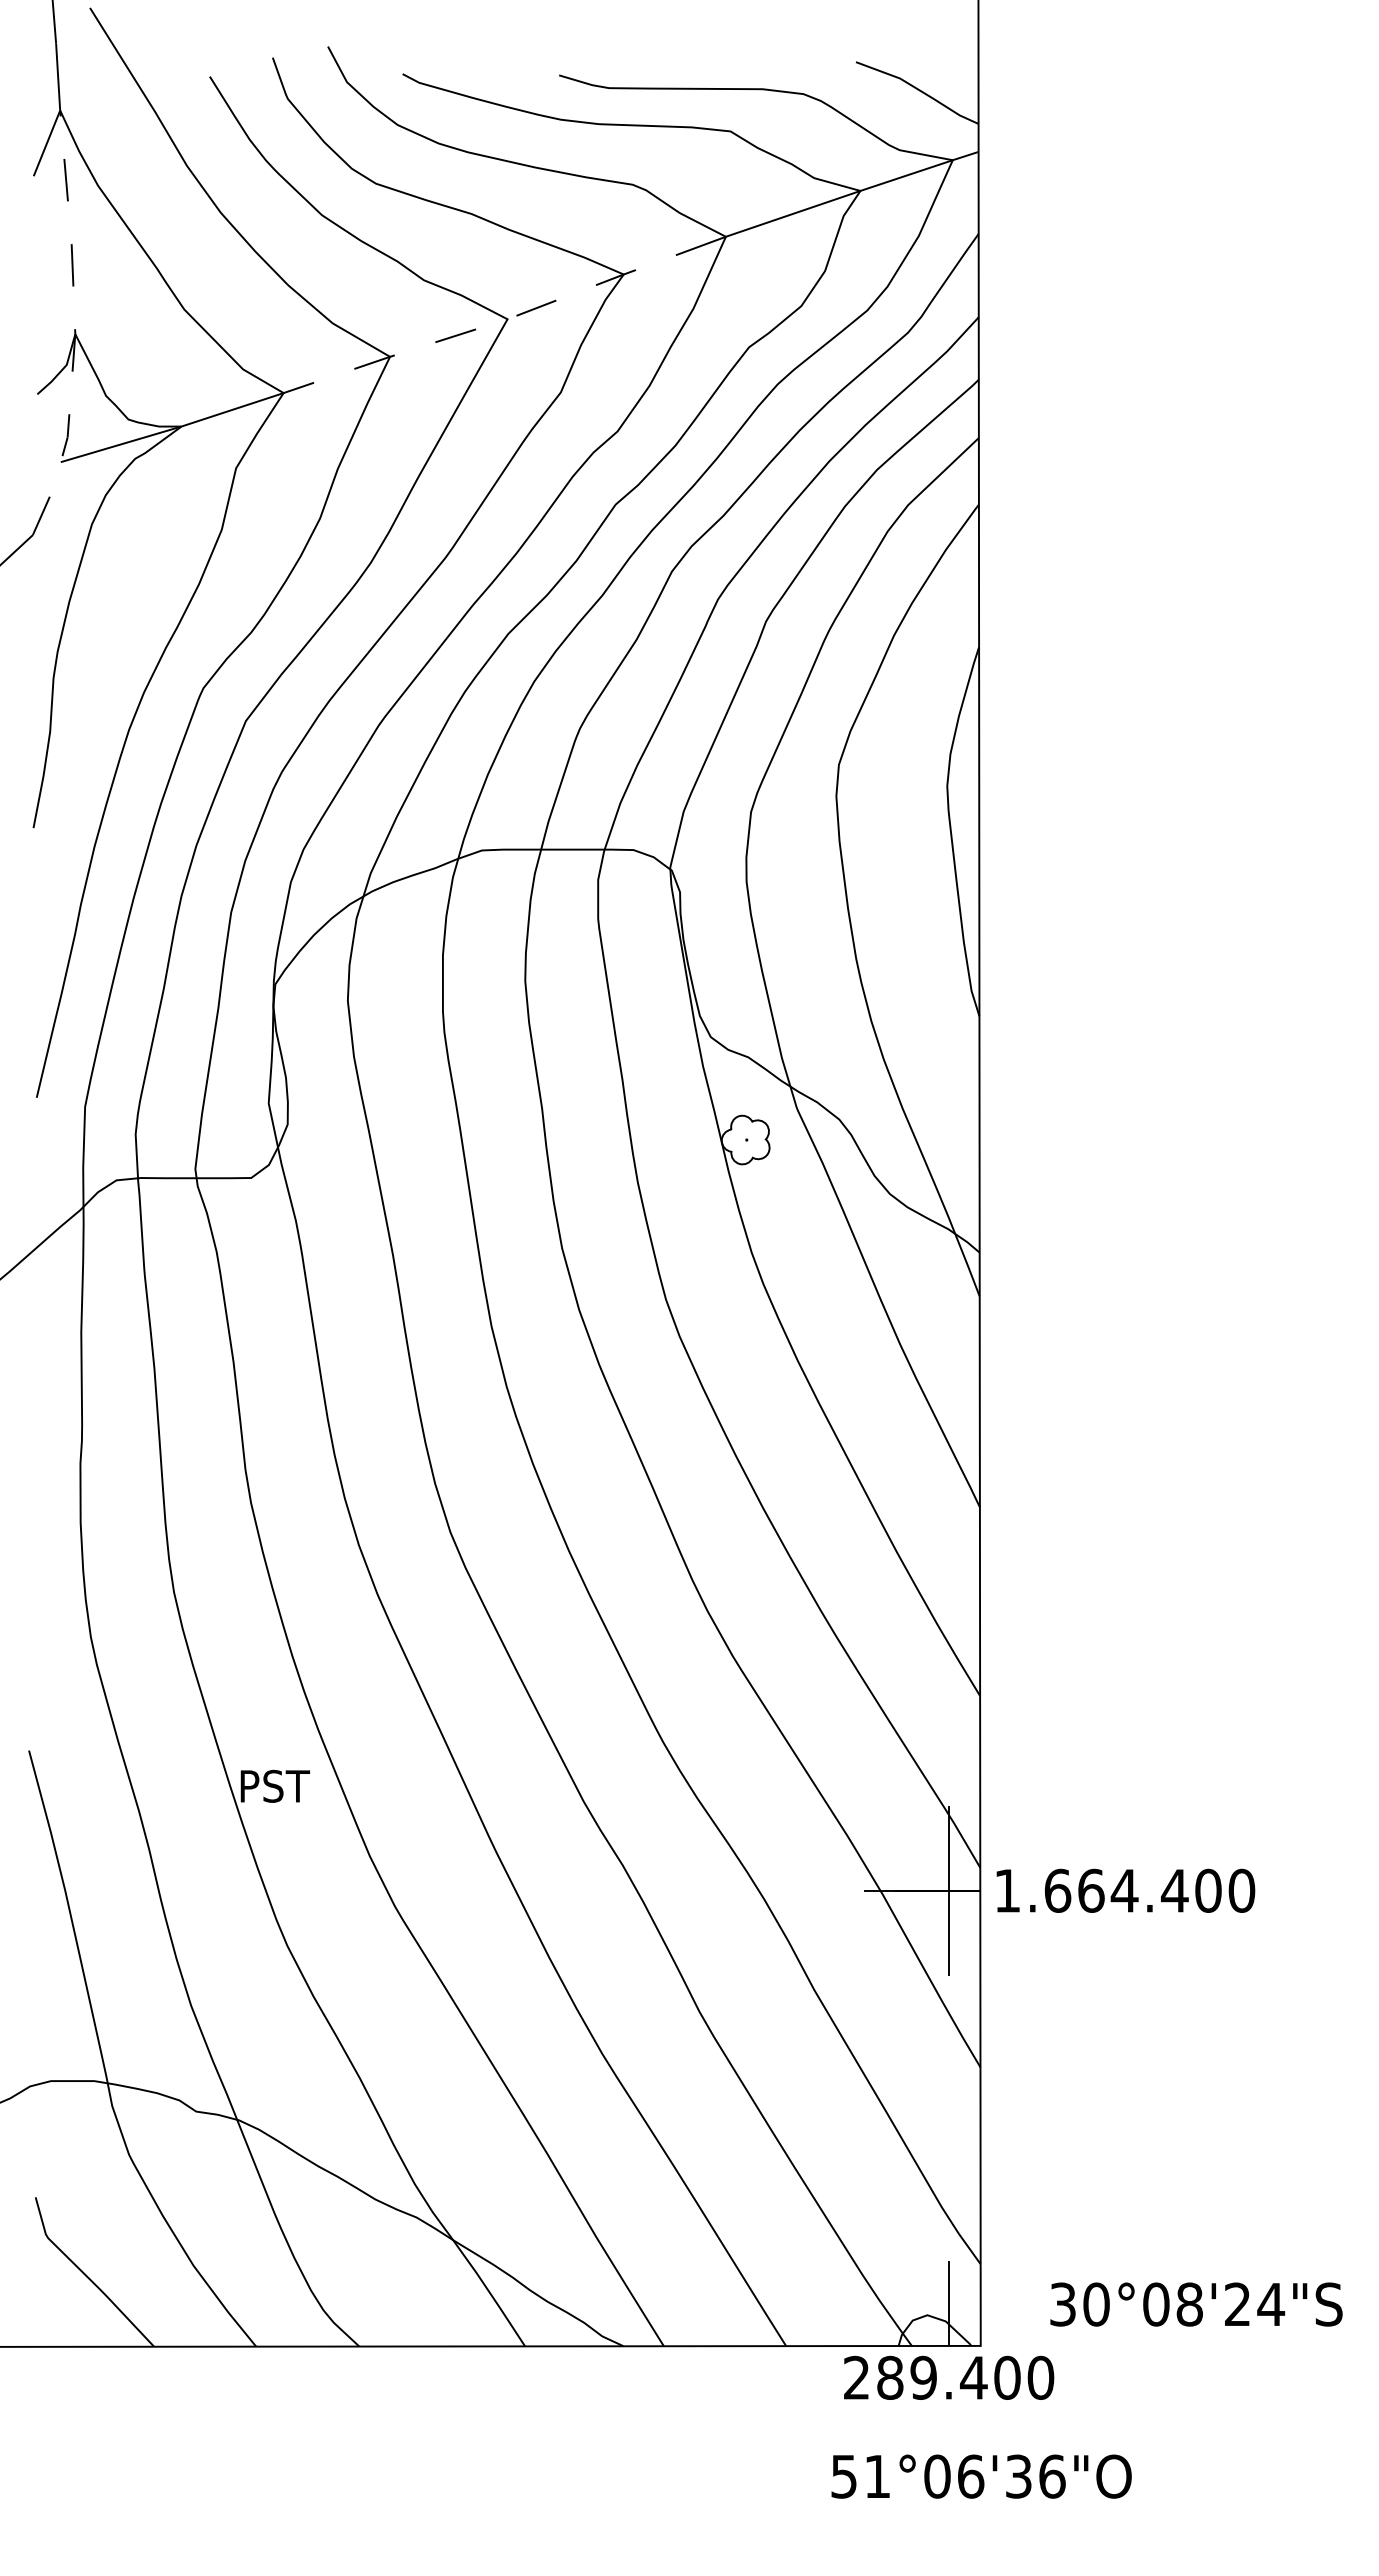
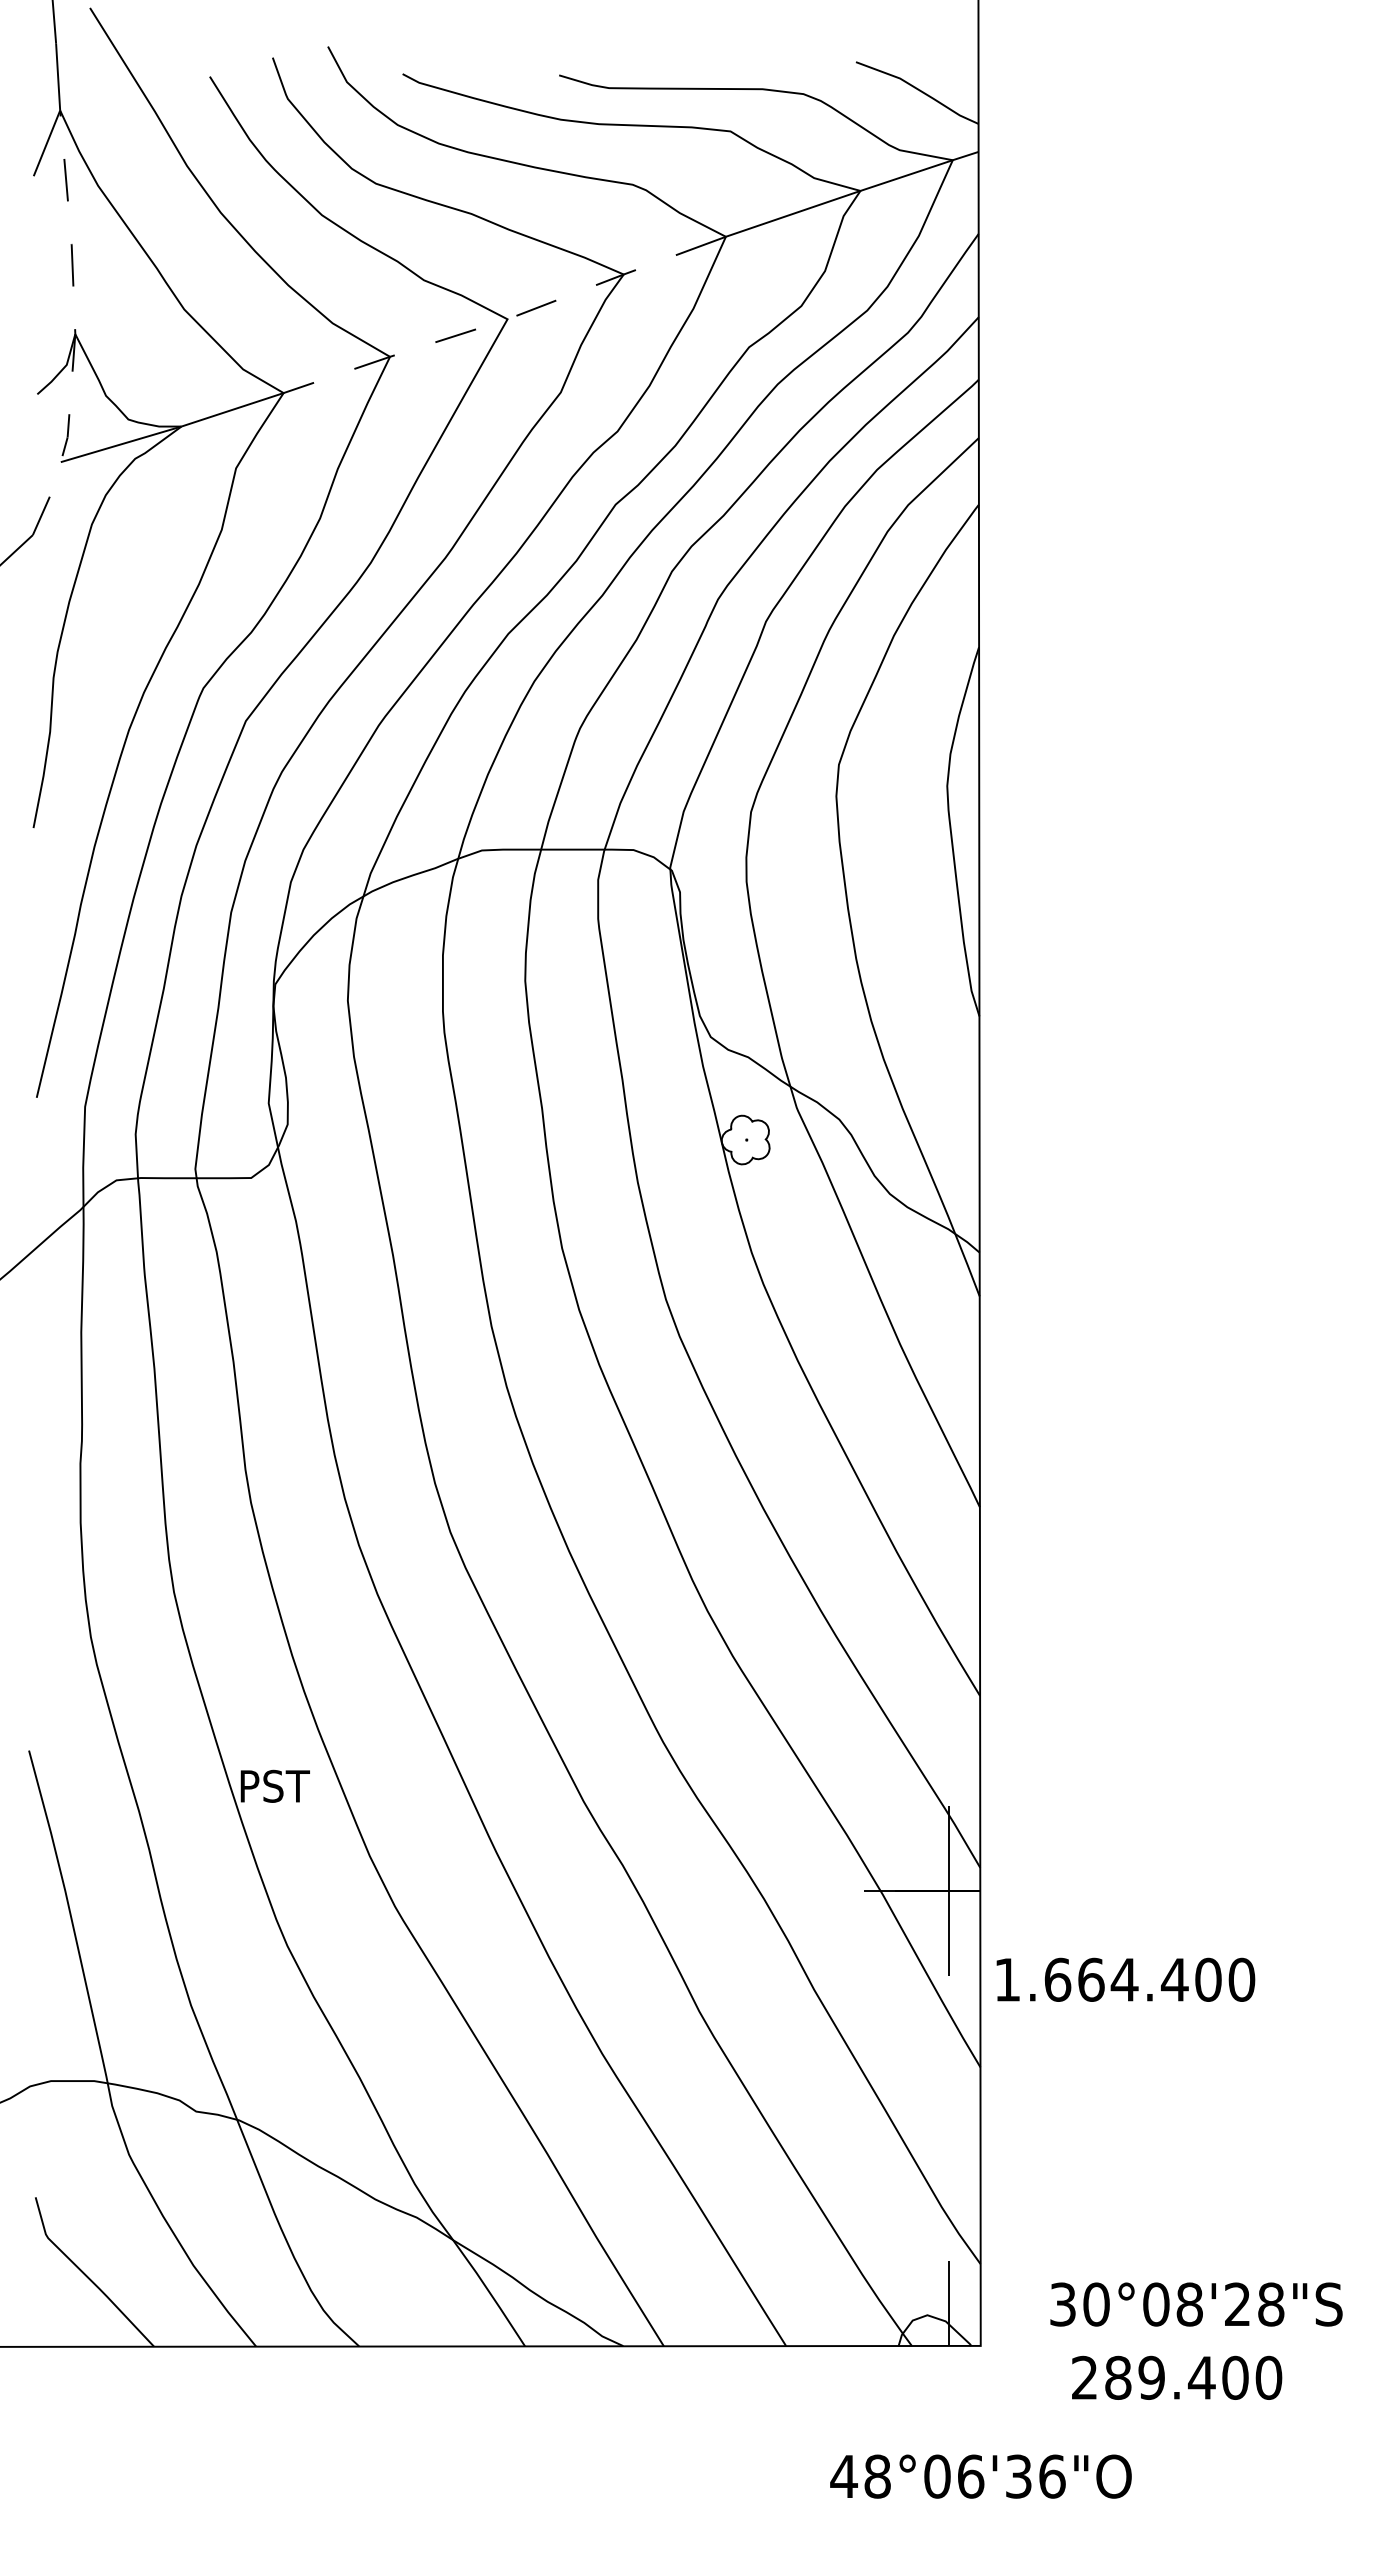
text at (1125, 1890) position: (1125, 1890) -> (1125, 1979)
text at (1271, 2304): 30°08'24"S -> 30°08'28"S
text at (949, 2377) position: (949, 2377) -> (1177, 2377)
text at (860, 2476): 51°06'36"O -> 48°06'36"O
